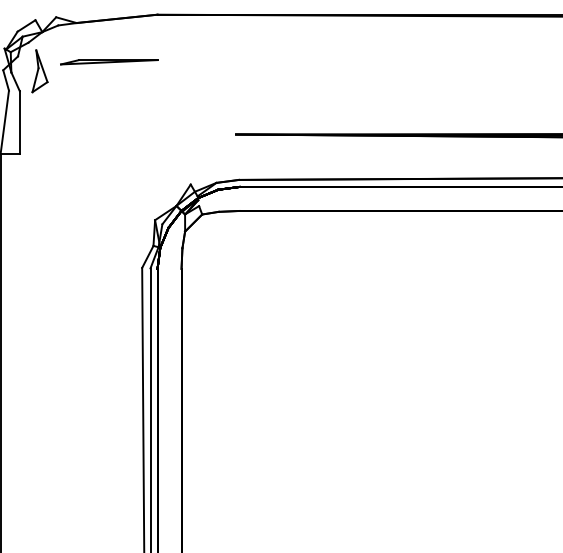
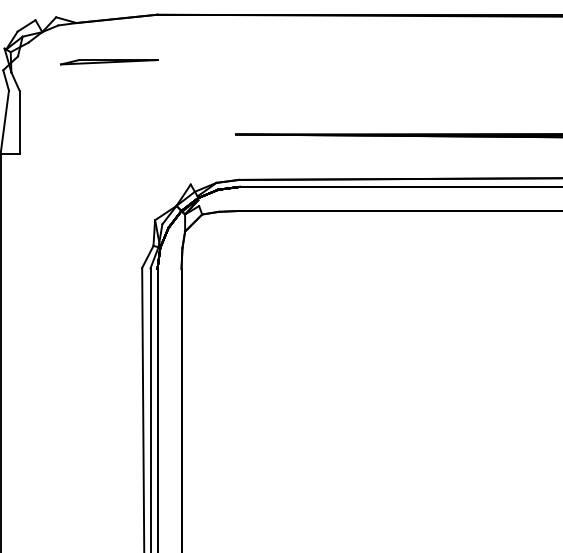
part at (39, 71): present -> none
